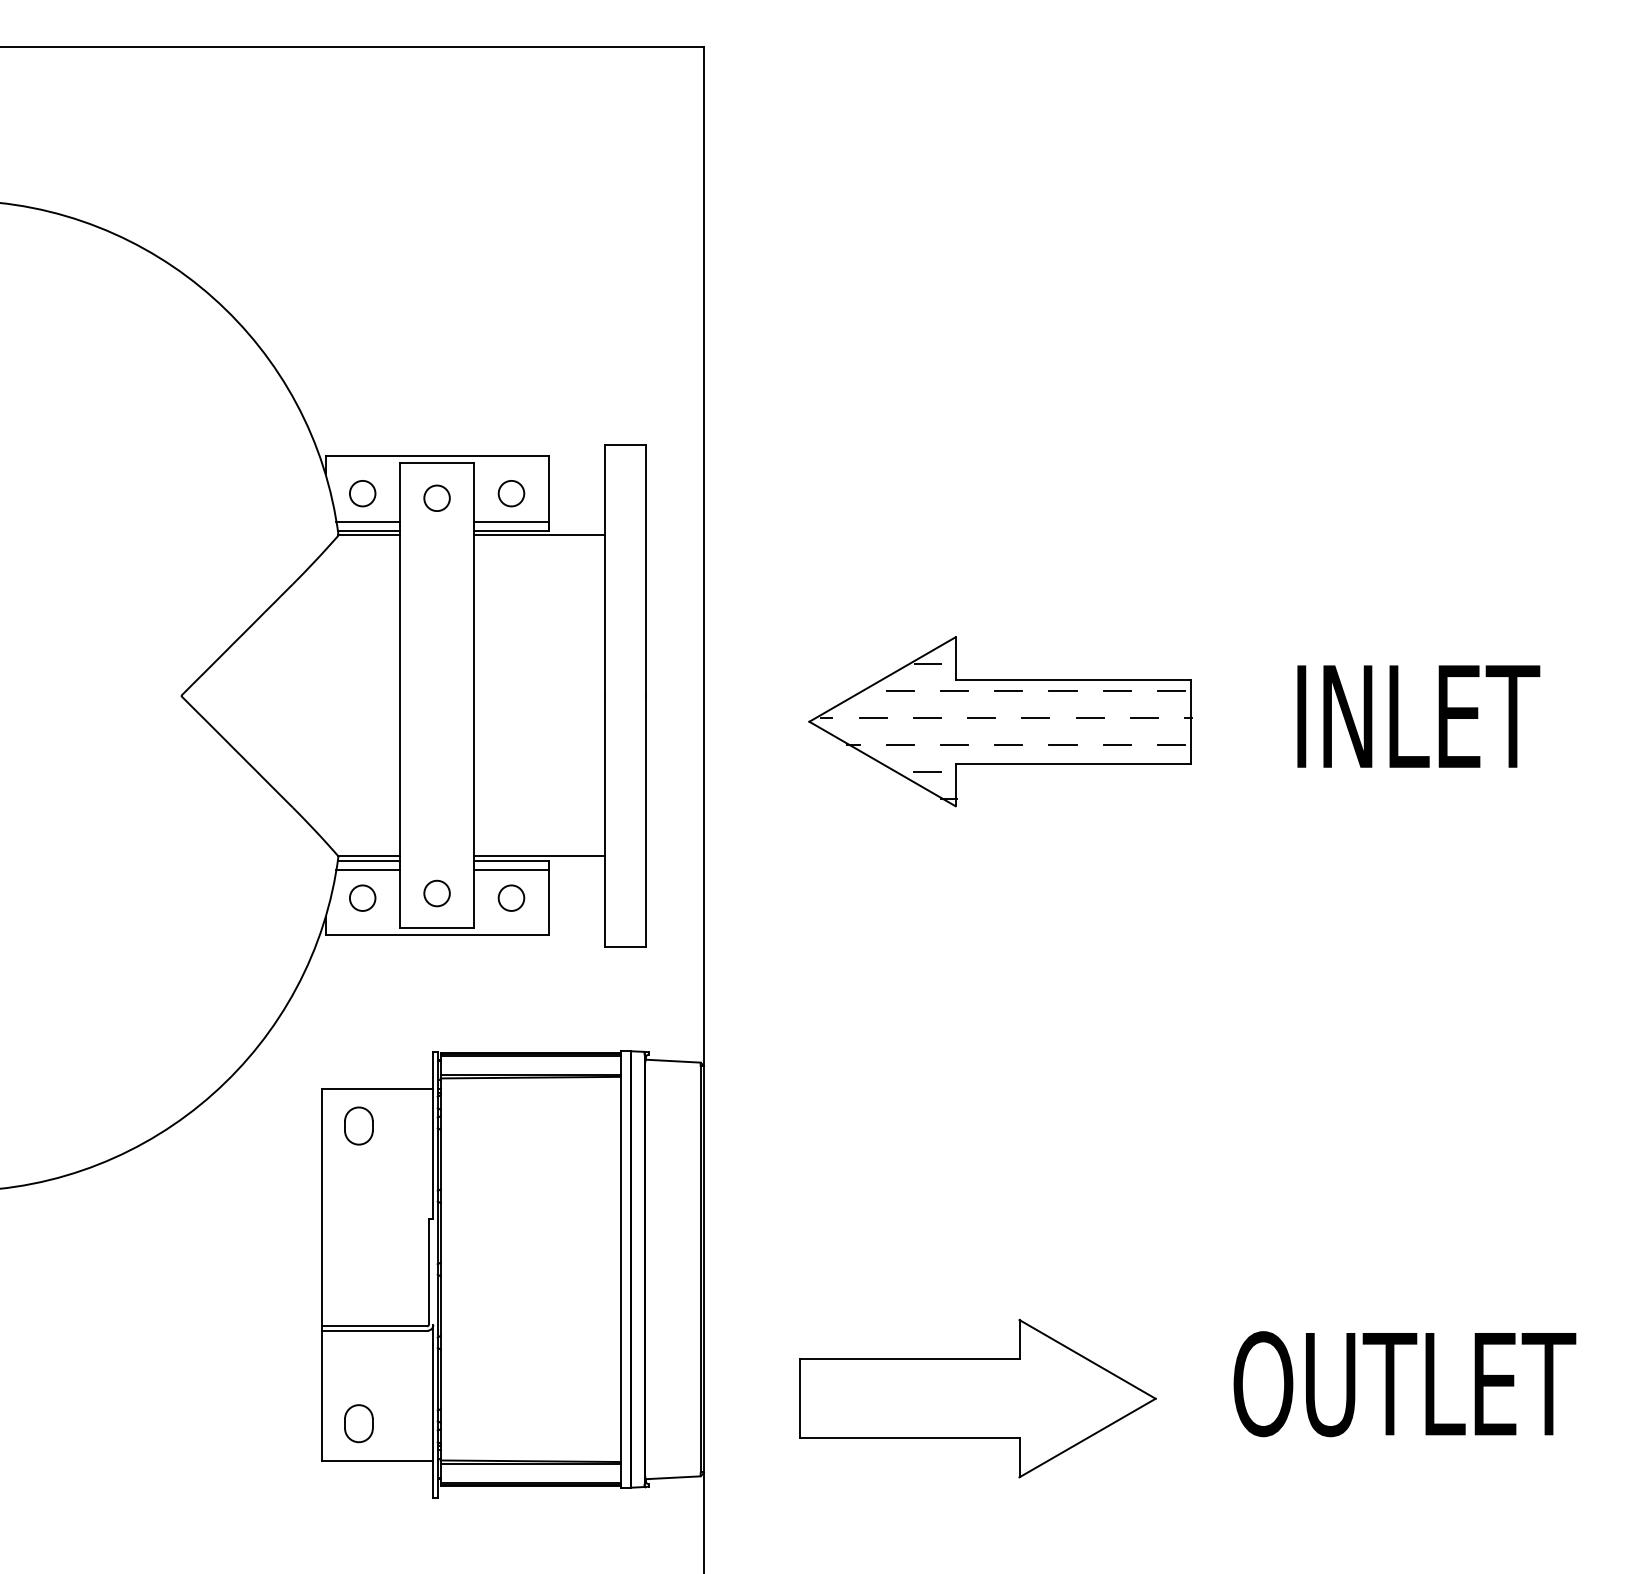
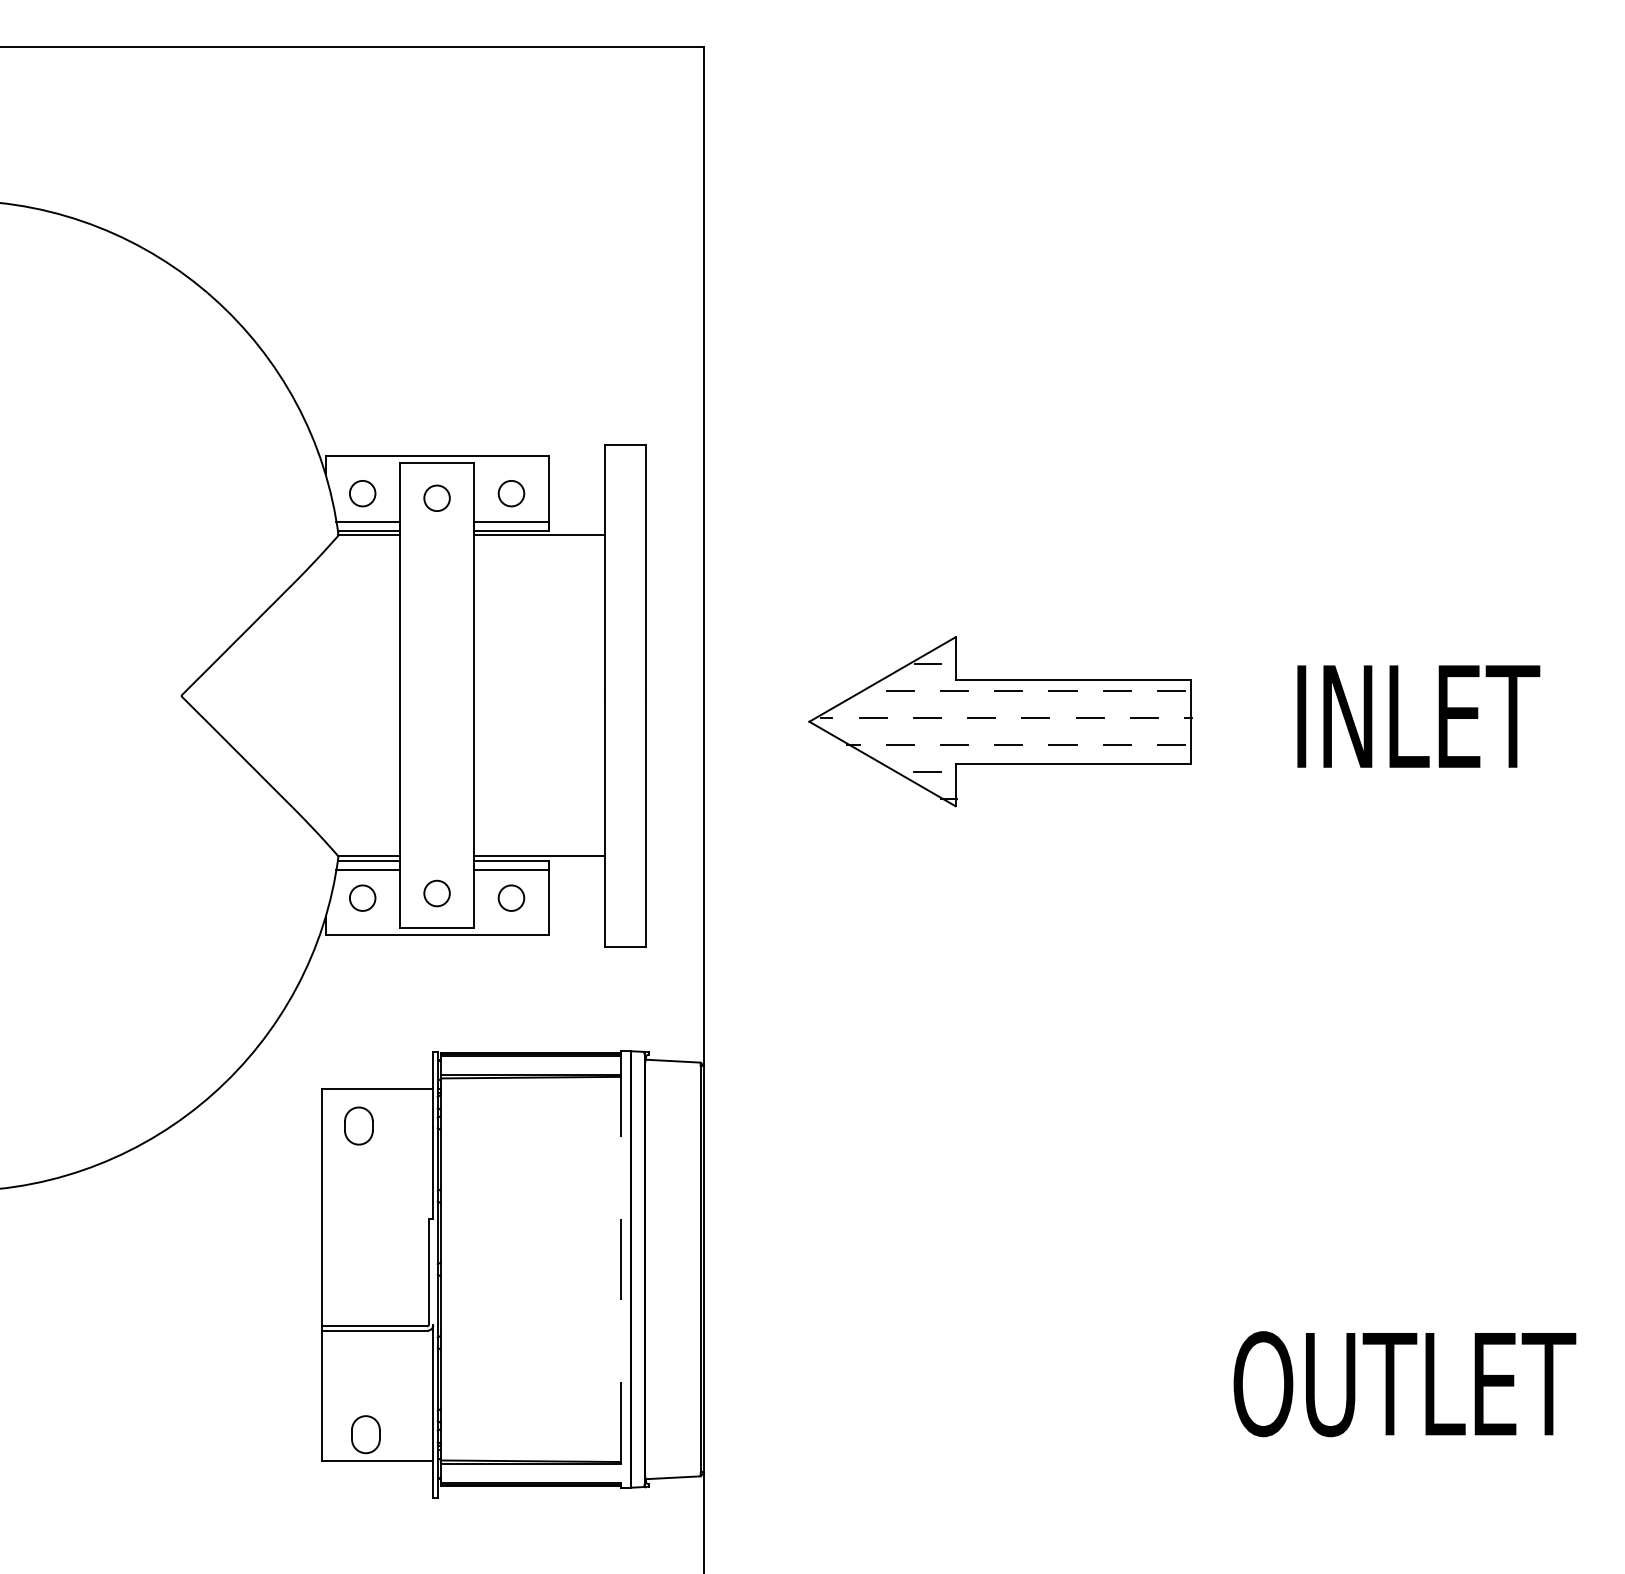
line at (620, 1269): solid -> dashed
part at (977, 1398): present -> none
part at (358, 1423) position: (358, 1423) -> (365, 1434)
